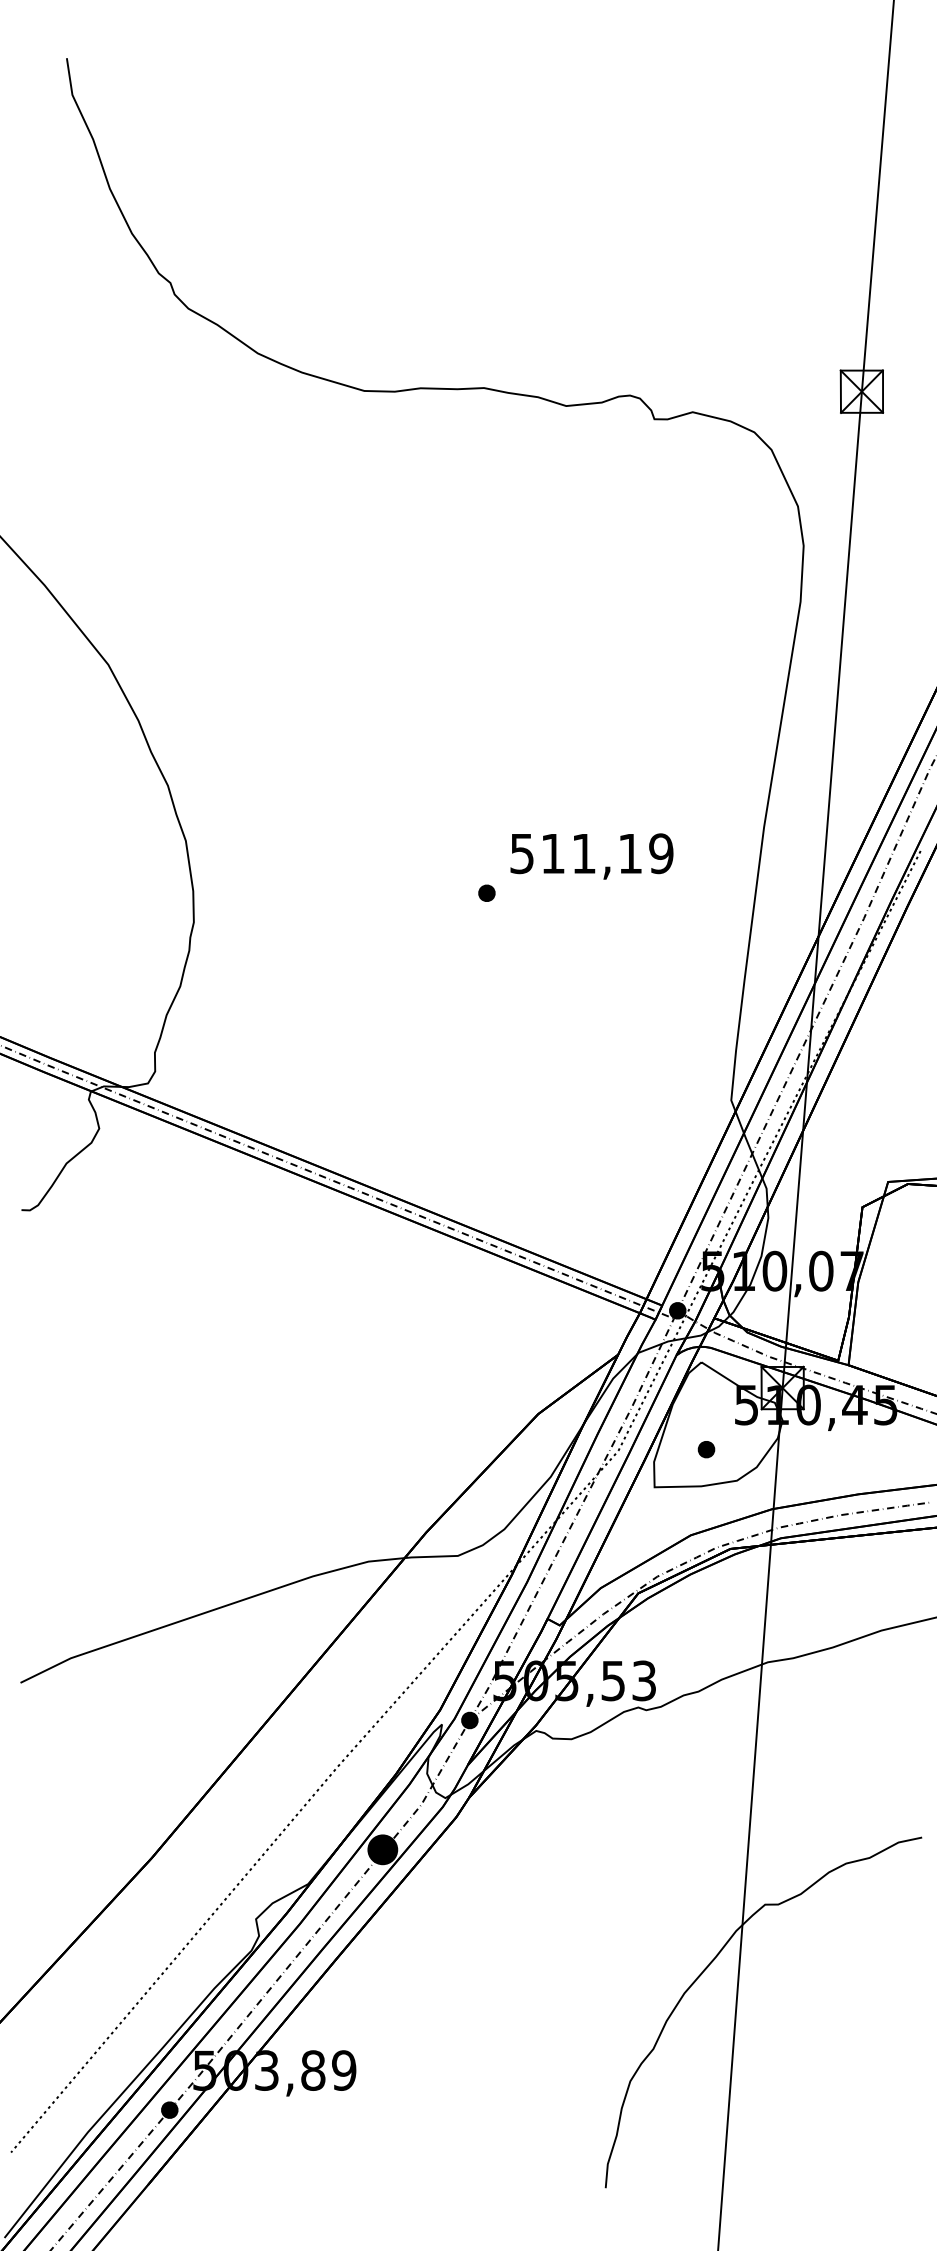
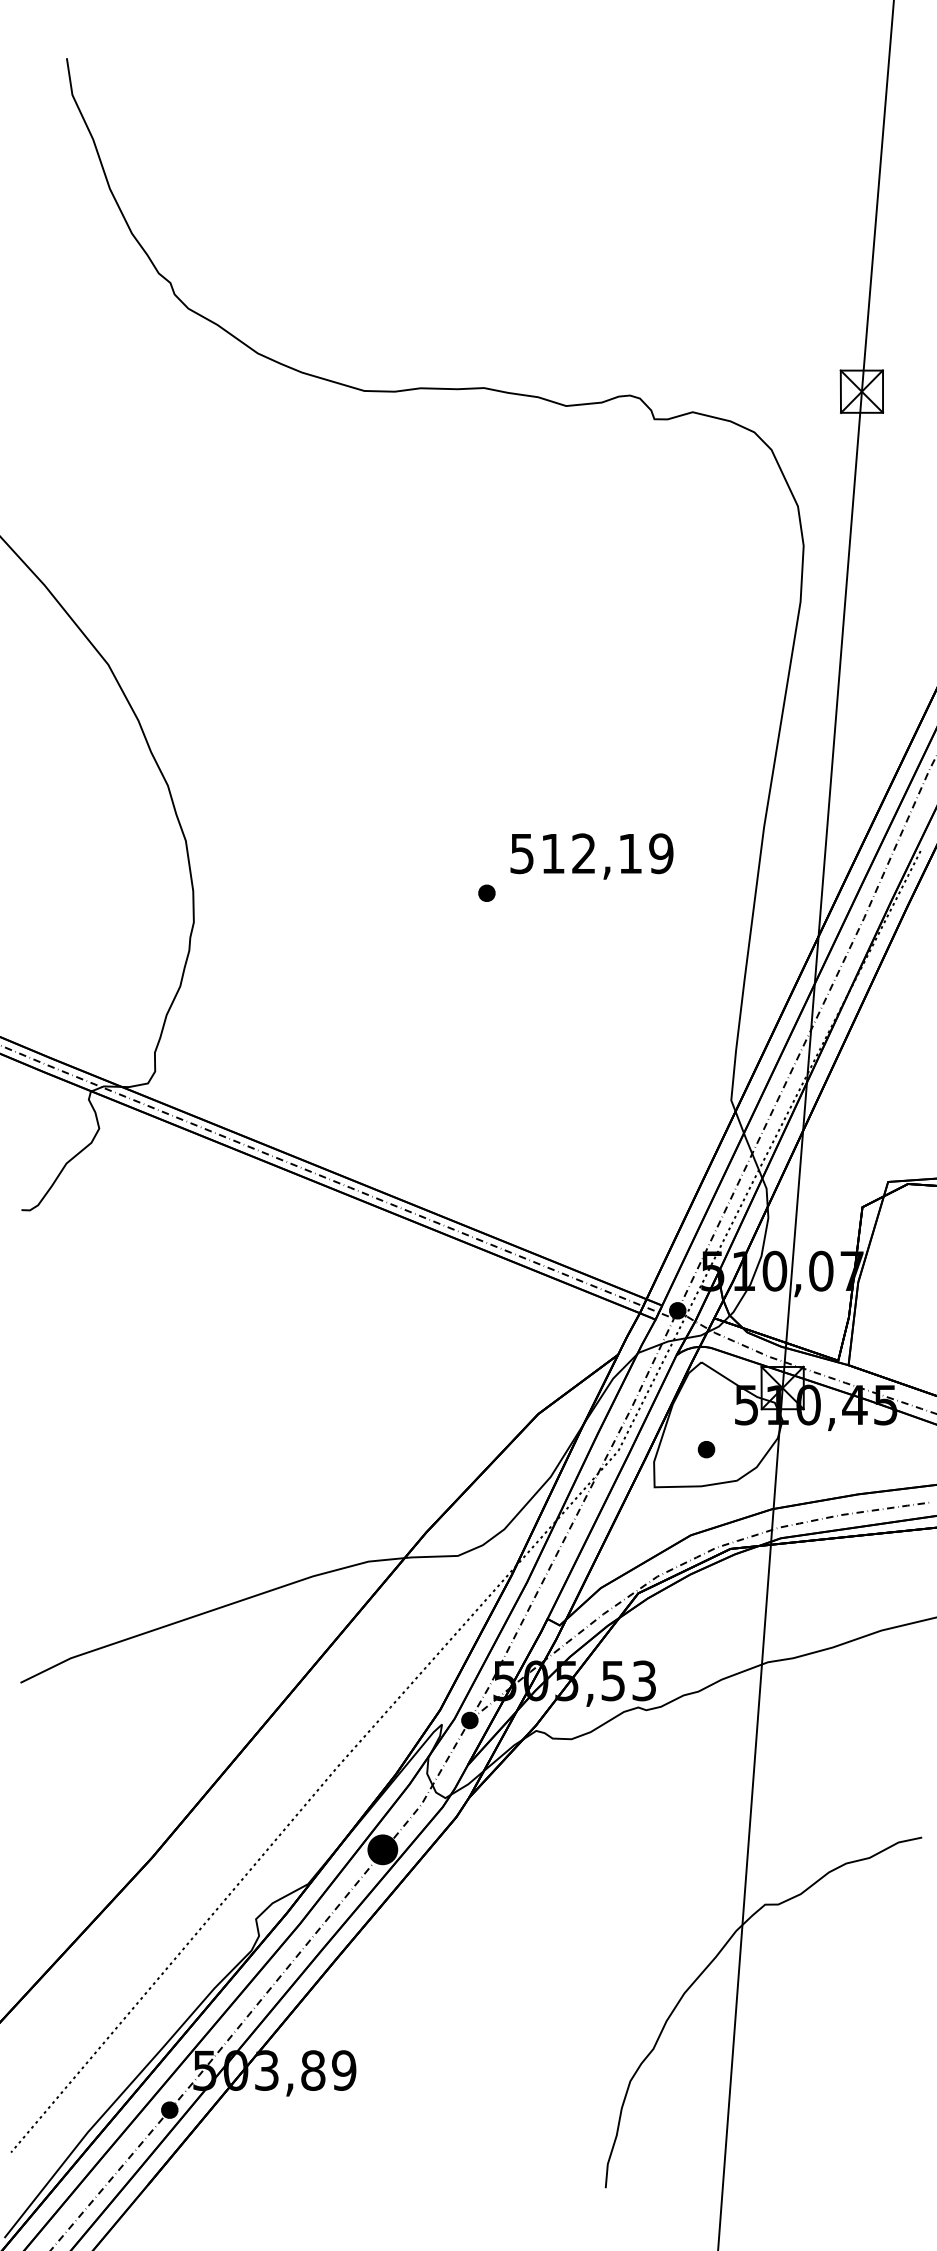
text at (583, 853): 511,19 -> 512,19
